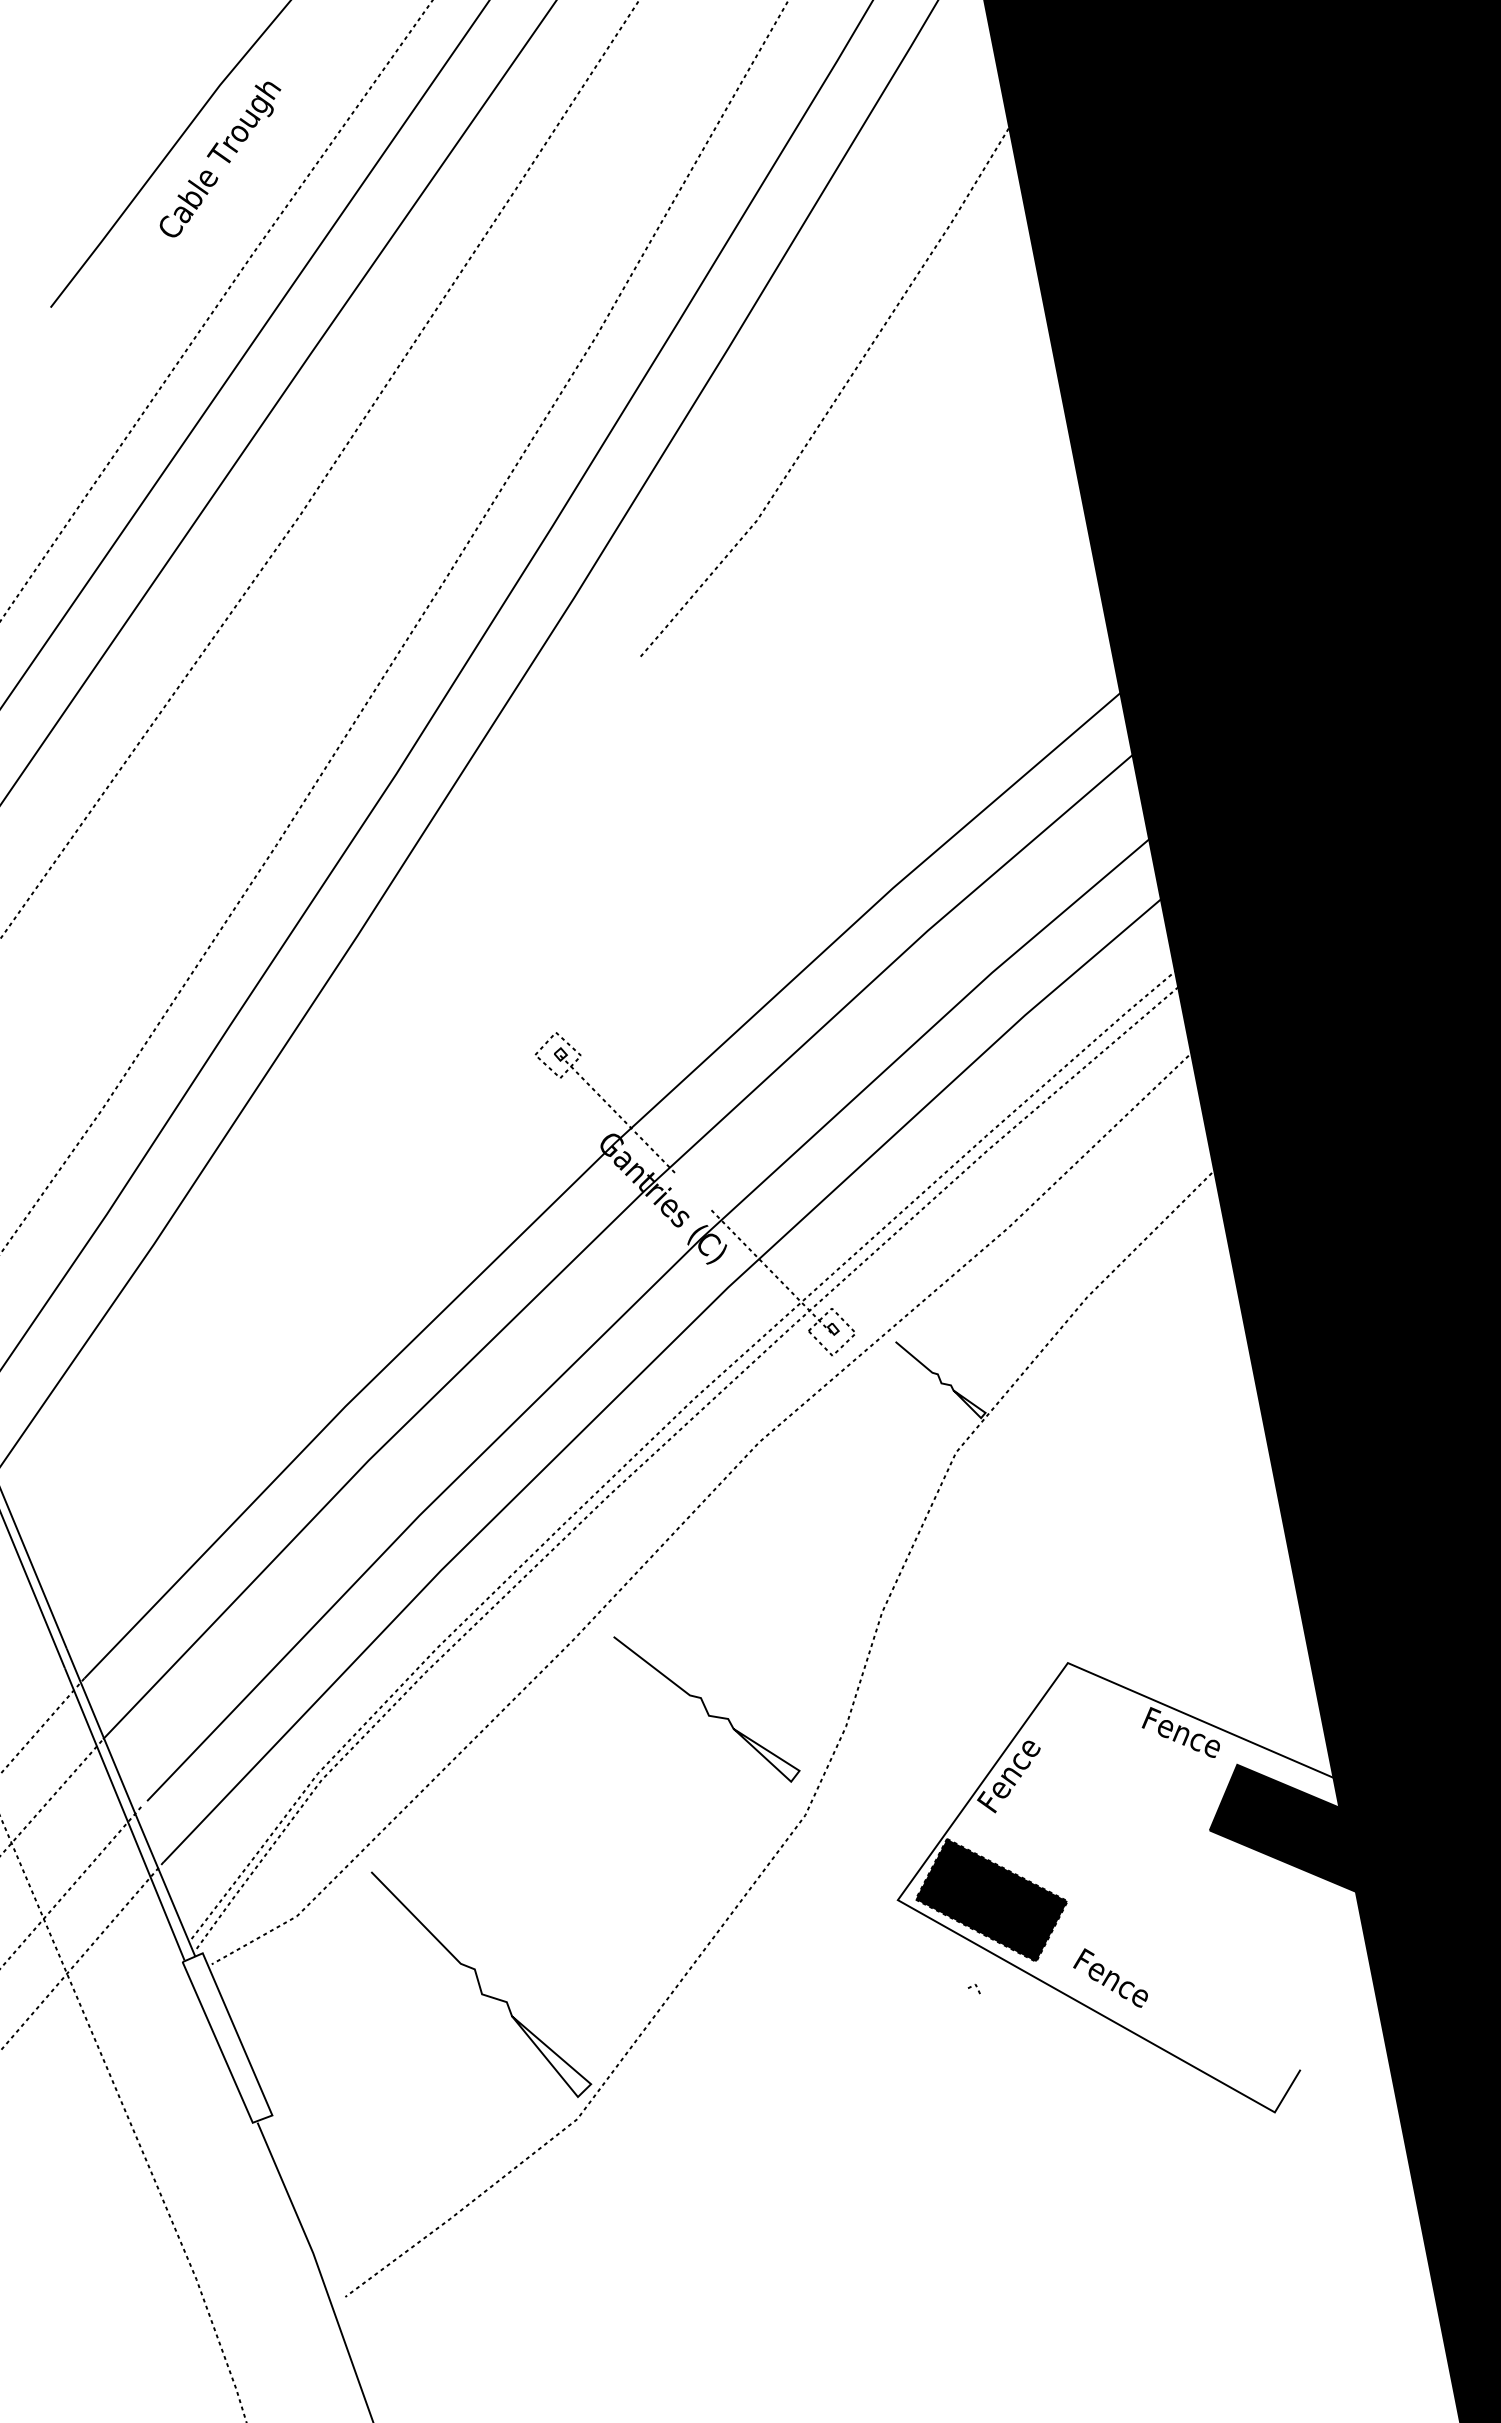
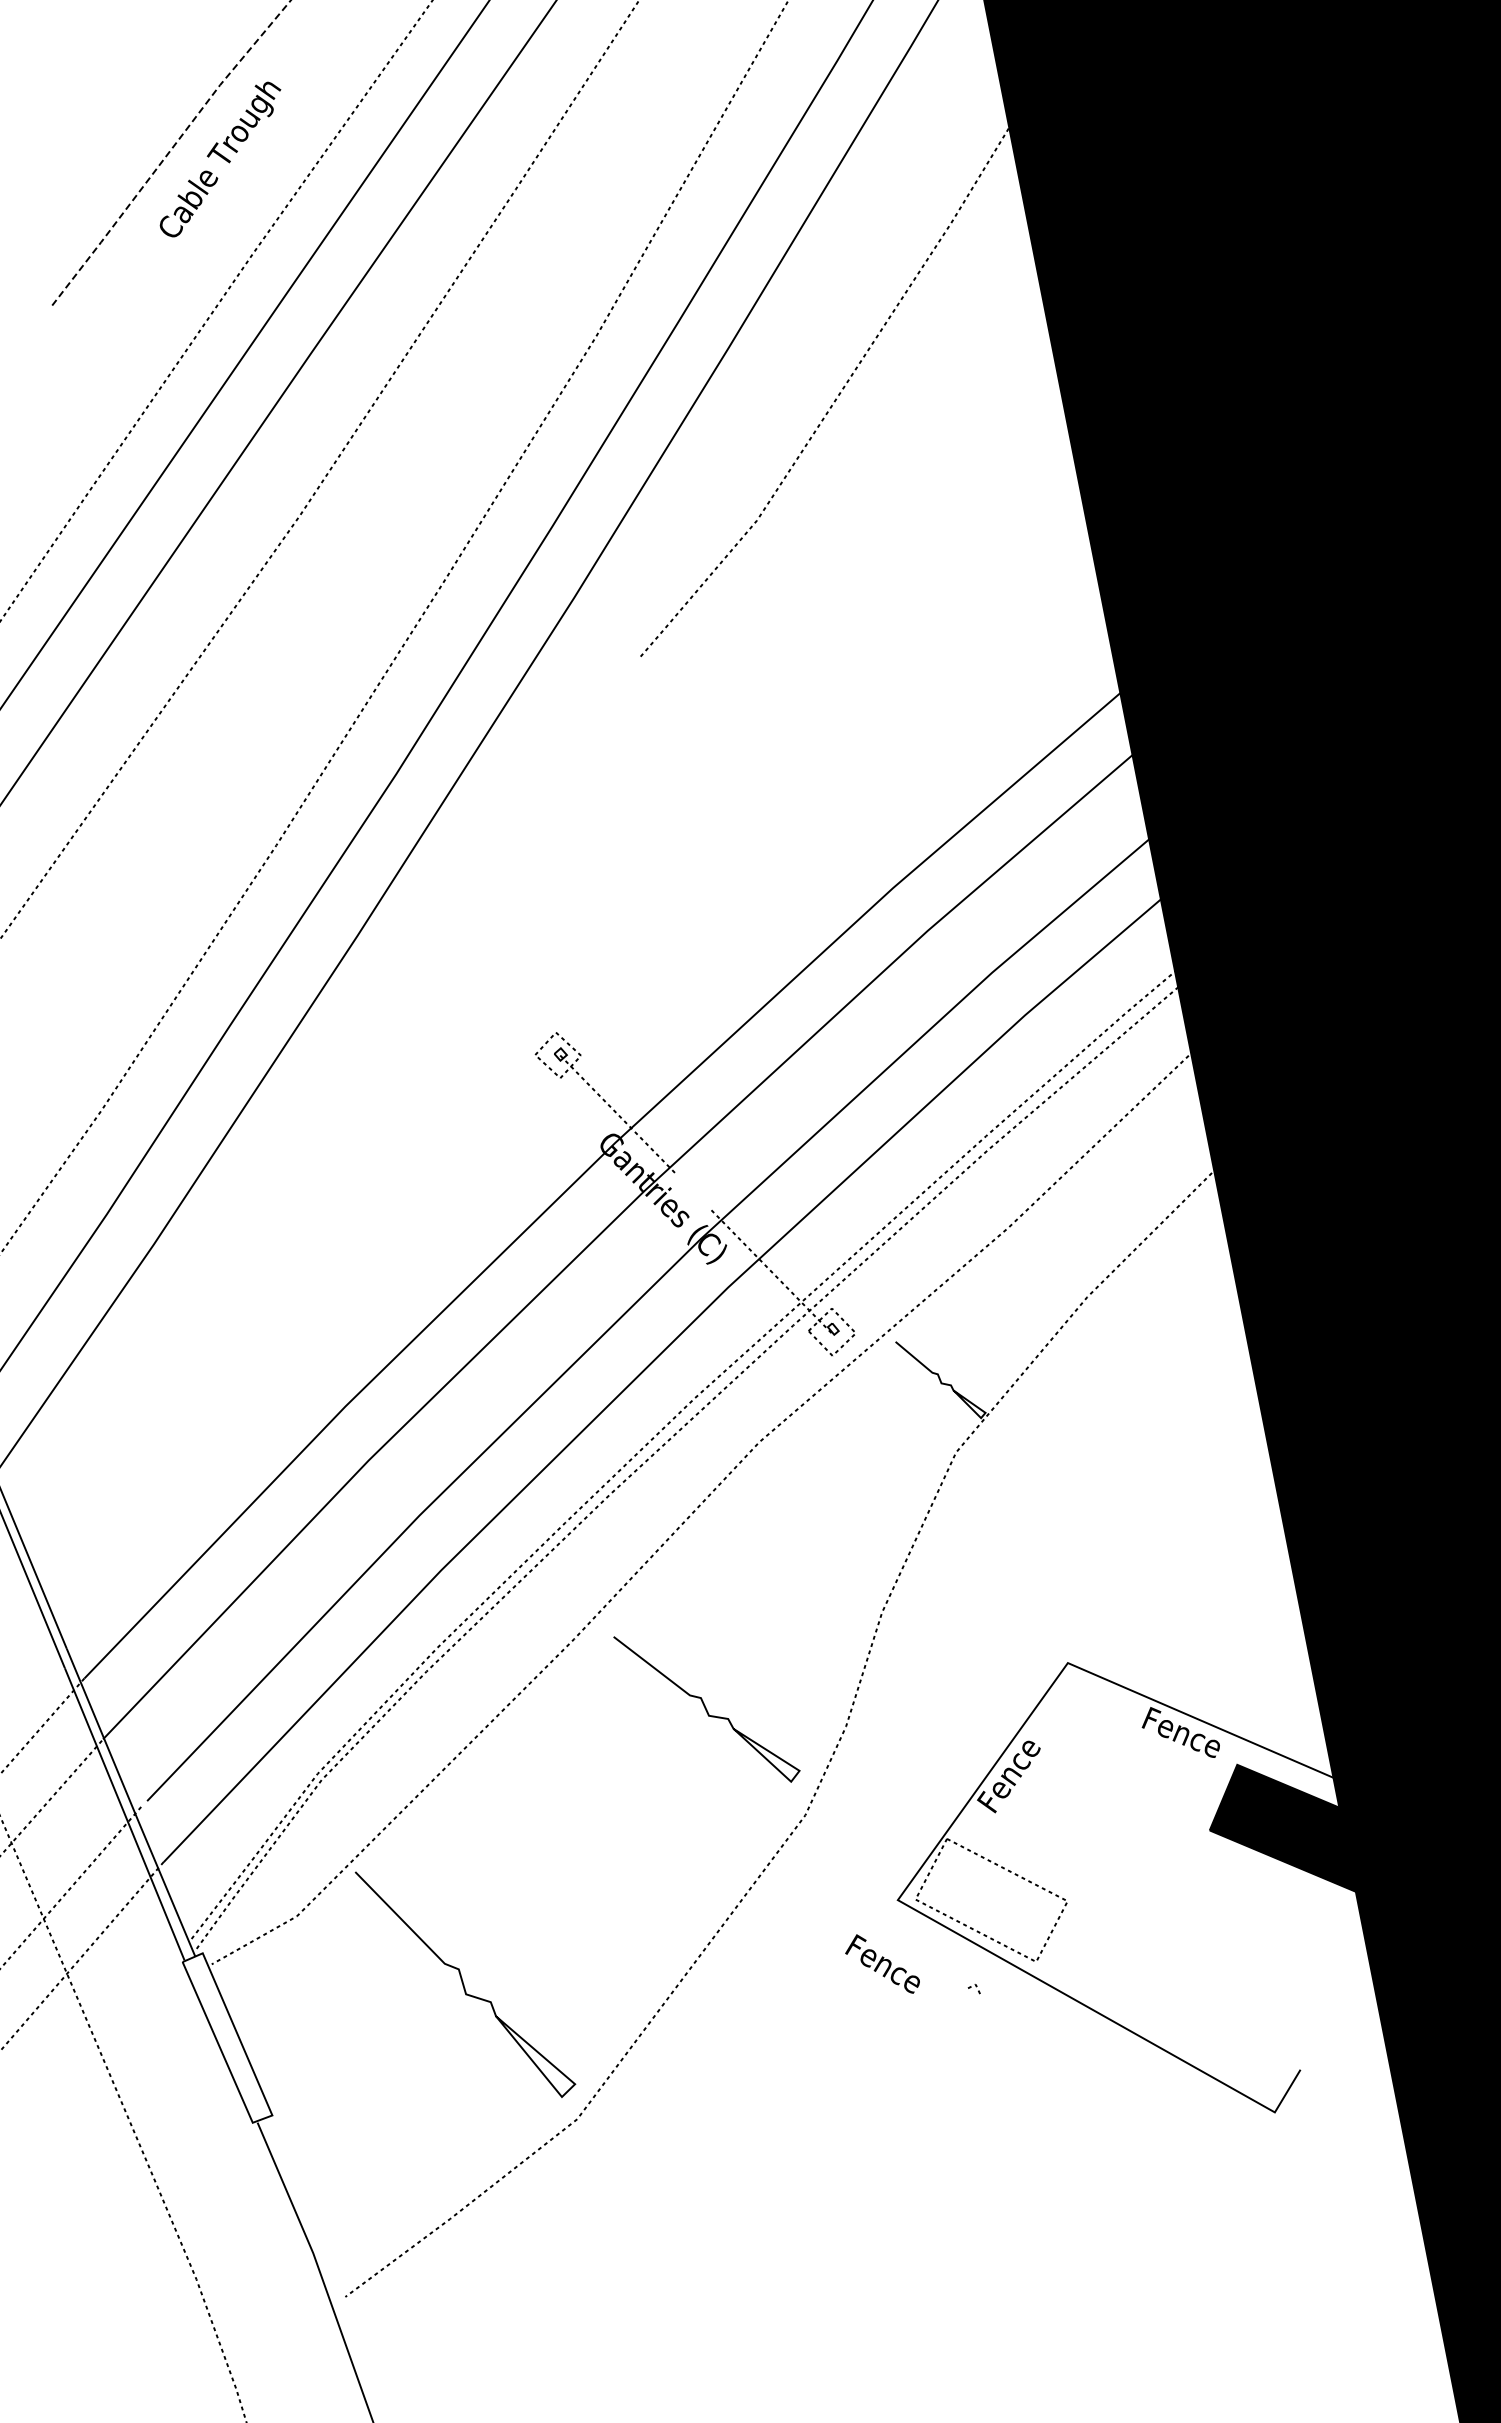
line at (168, 152): solid -> dashed
fill at (991, 1899): present -> none
text at (1110, 1977) position: (1110, 1977) -> (882, 1963)
part at (481, 1984) position: (481, 1984) -> (465, 1984)
